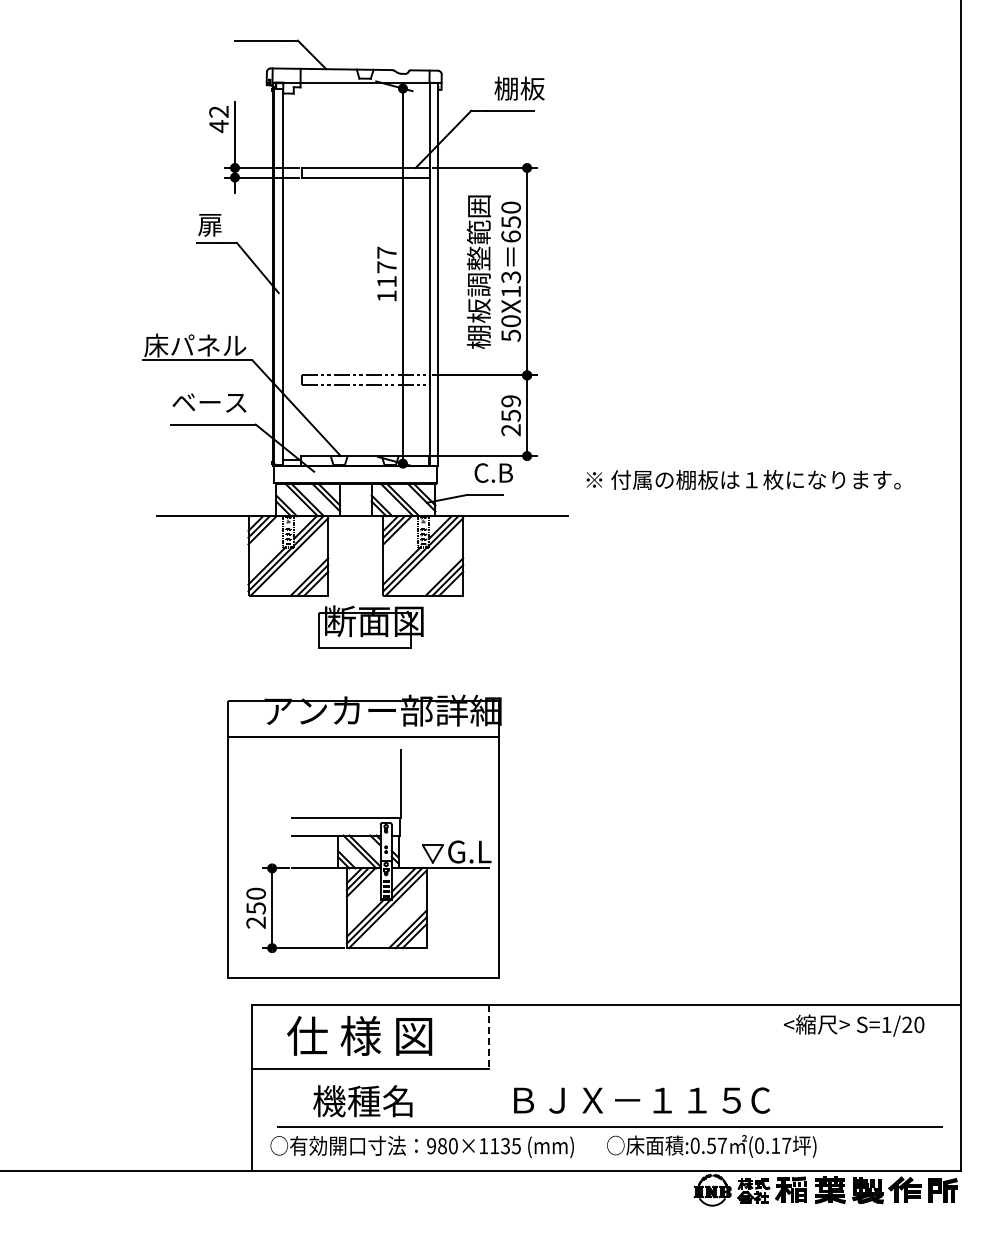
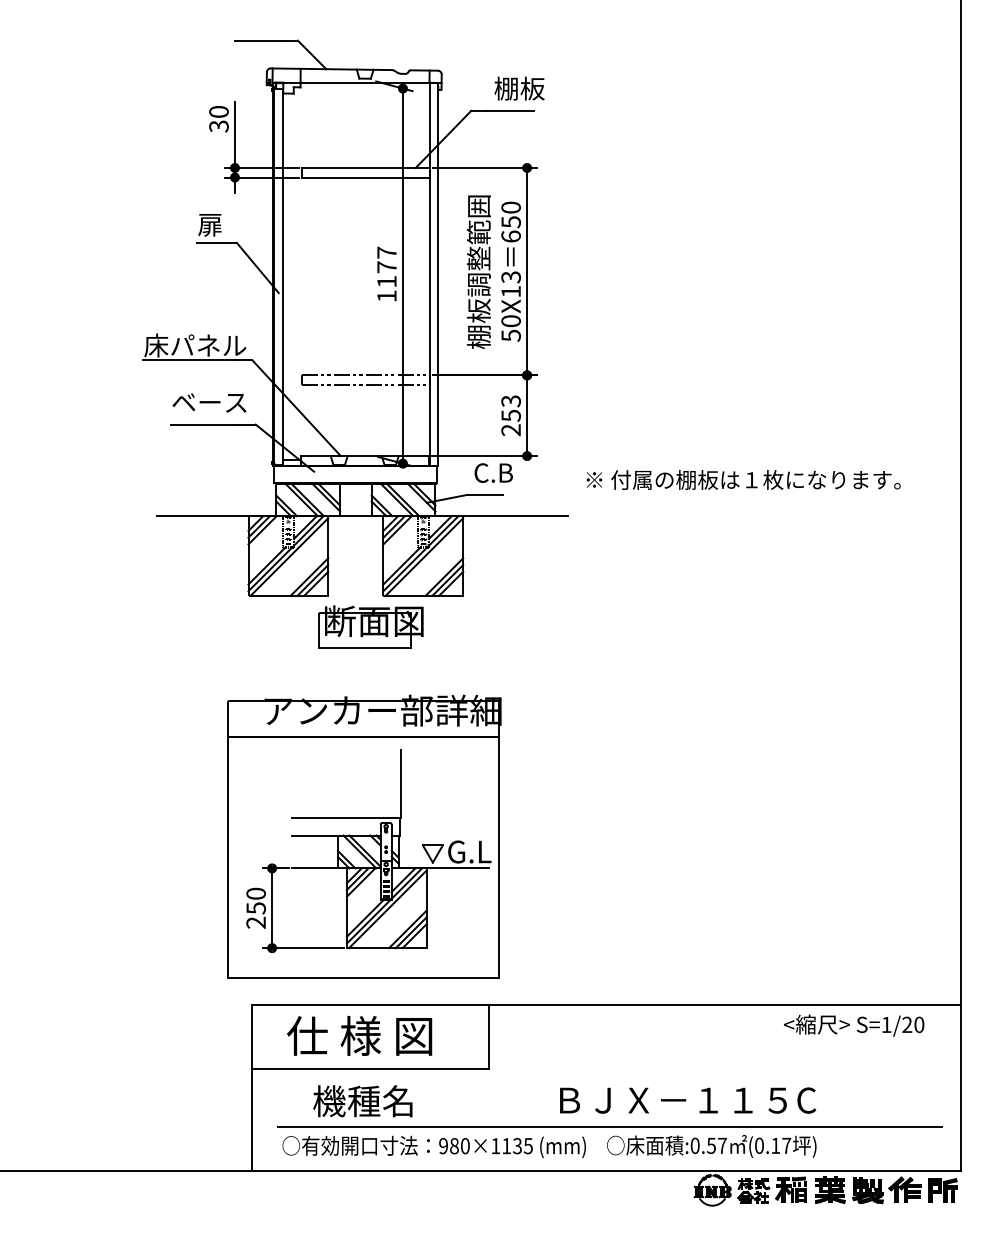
text at (218, 119): 42 -> 30
text at (510, 401): 259 -> 253
line at (488, 1036): dashed -> solid
text at (642, 1100) position: (642, 1100) -> (688, 1100)
text at (421, 1146) position: (421, 1146) -> (433, 1146)
